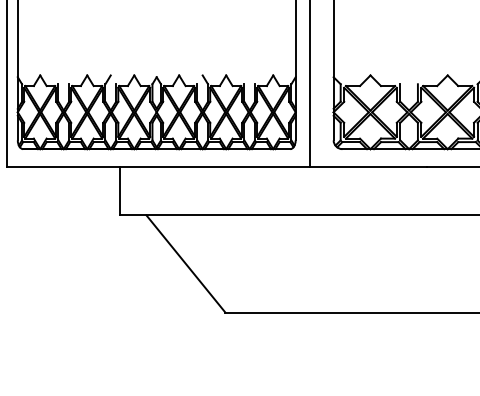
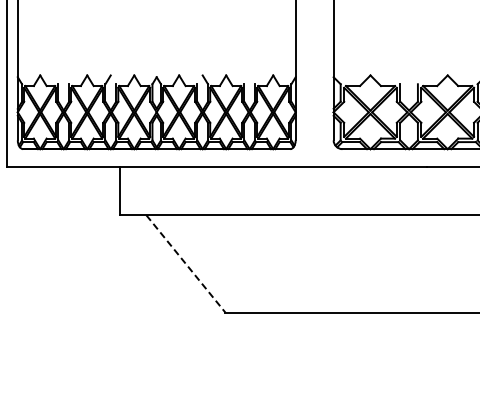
line at (310, 84): present -> none
line at (185, 263): solid -> dashed
